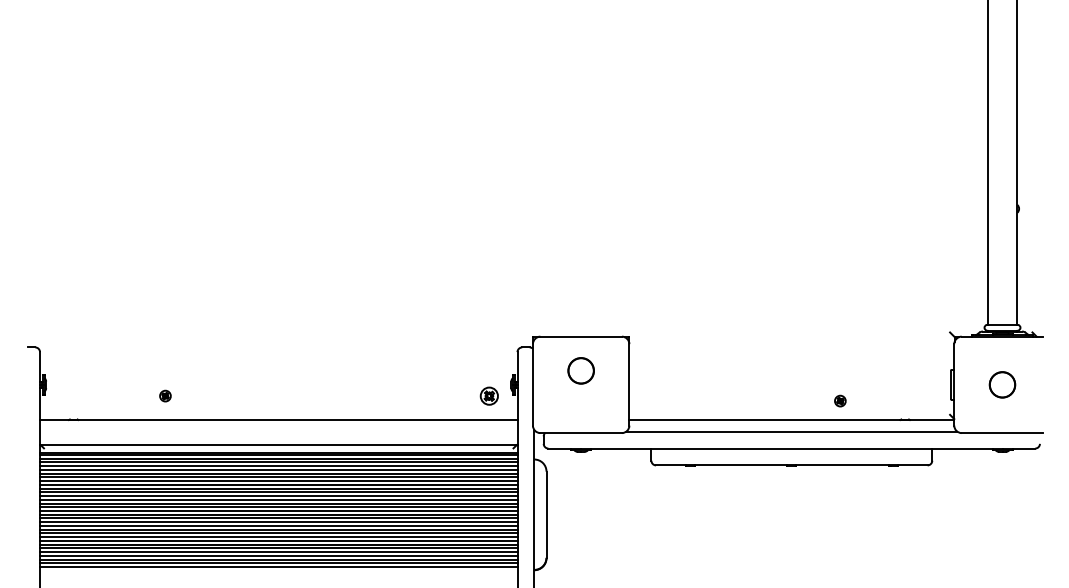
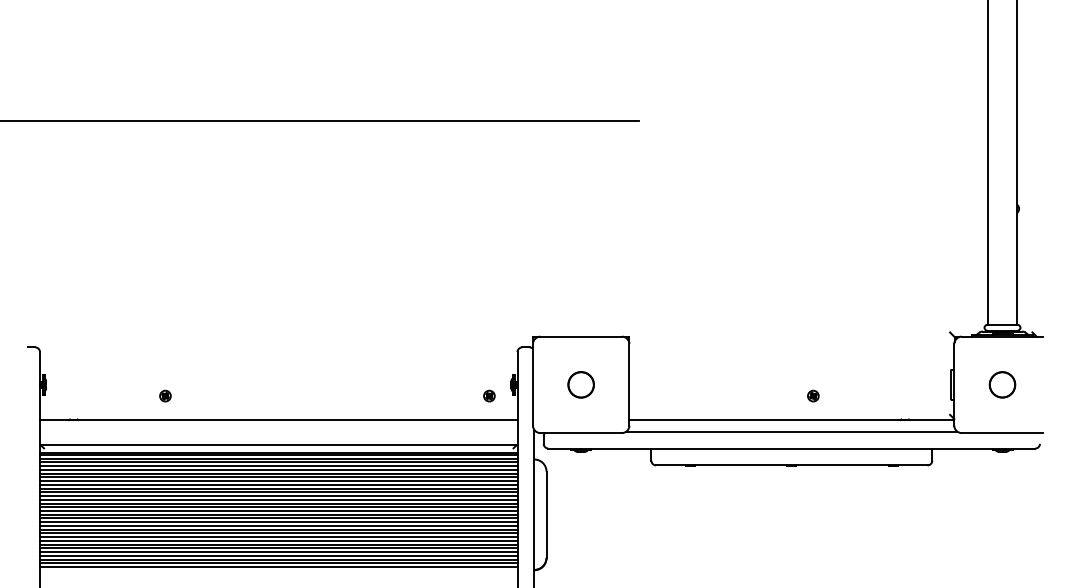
line at (320, 120): none -> present
circle at (580, 370) position: (580, 370) -> (580, 384)
part at (488, 395) size: 20x20 px -> 13x14 px
part at (840, 400) position: (840, 400) -> (813, 395)
